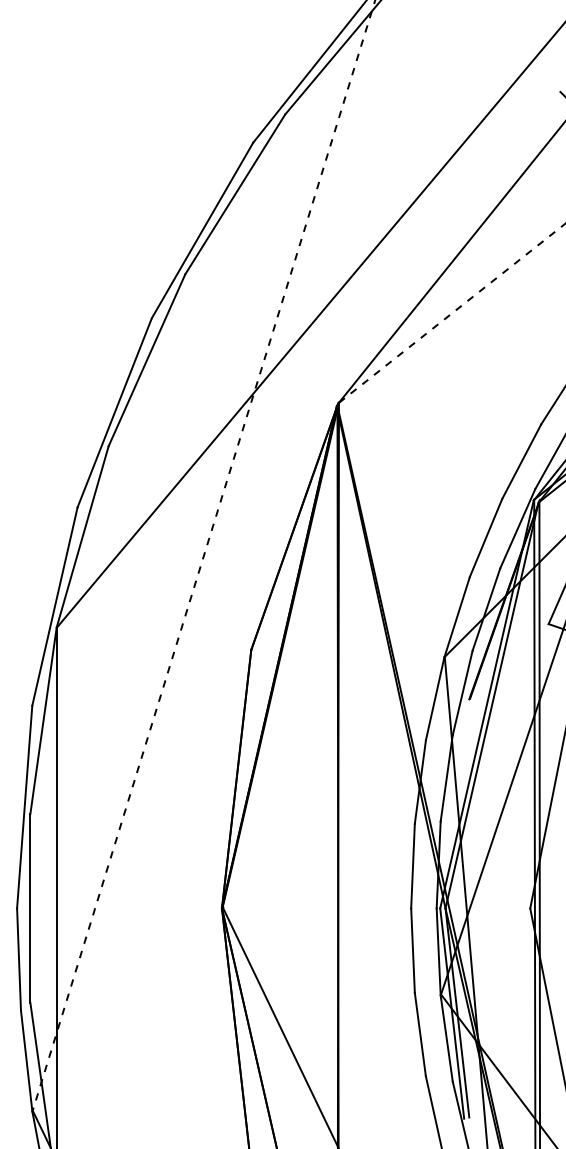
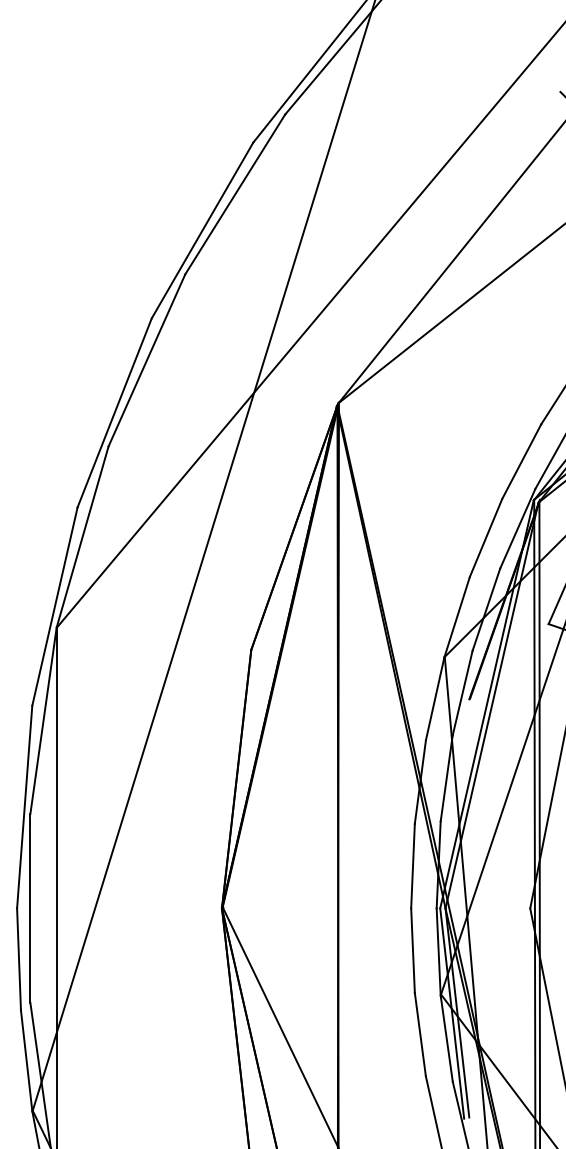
line at (452, 312): dashed -> solid
line at (203, 555): dashed -> solid
